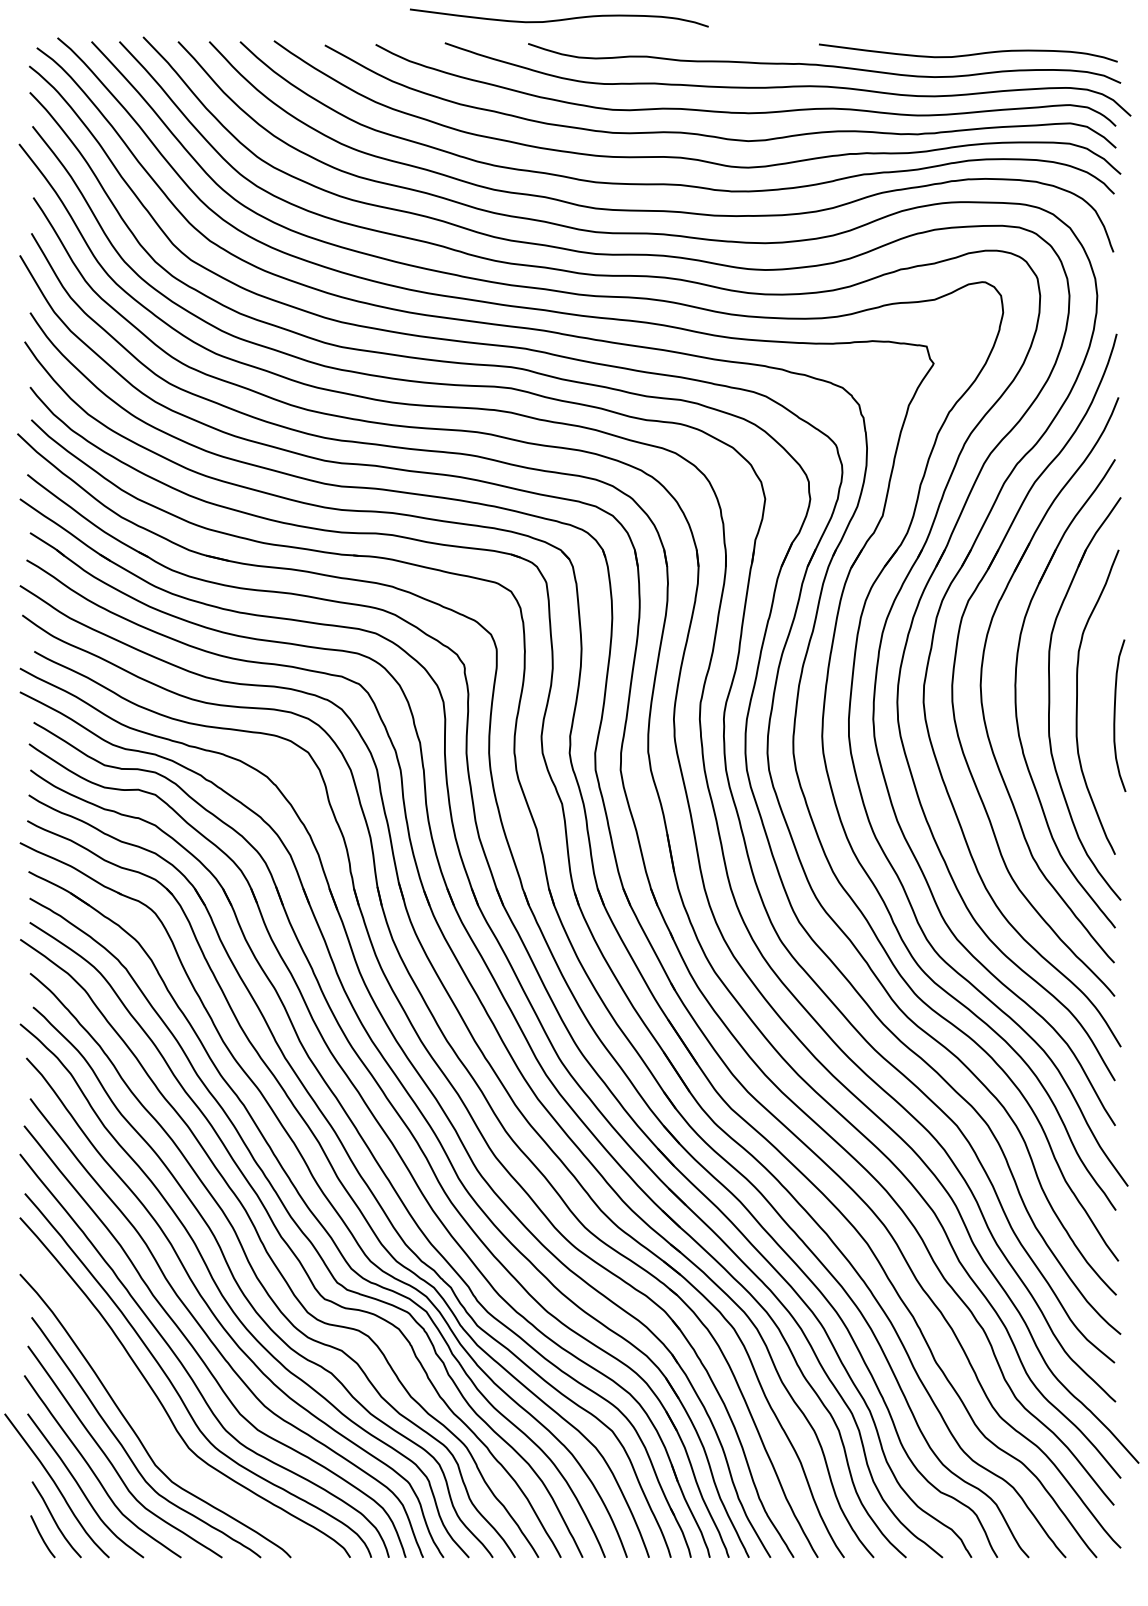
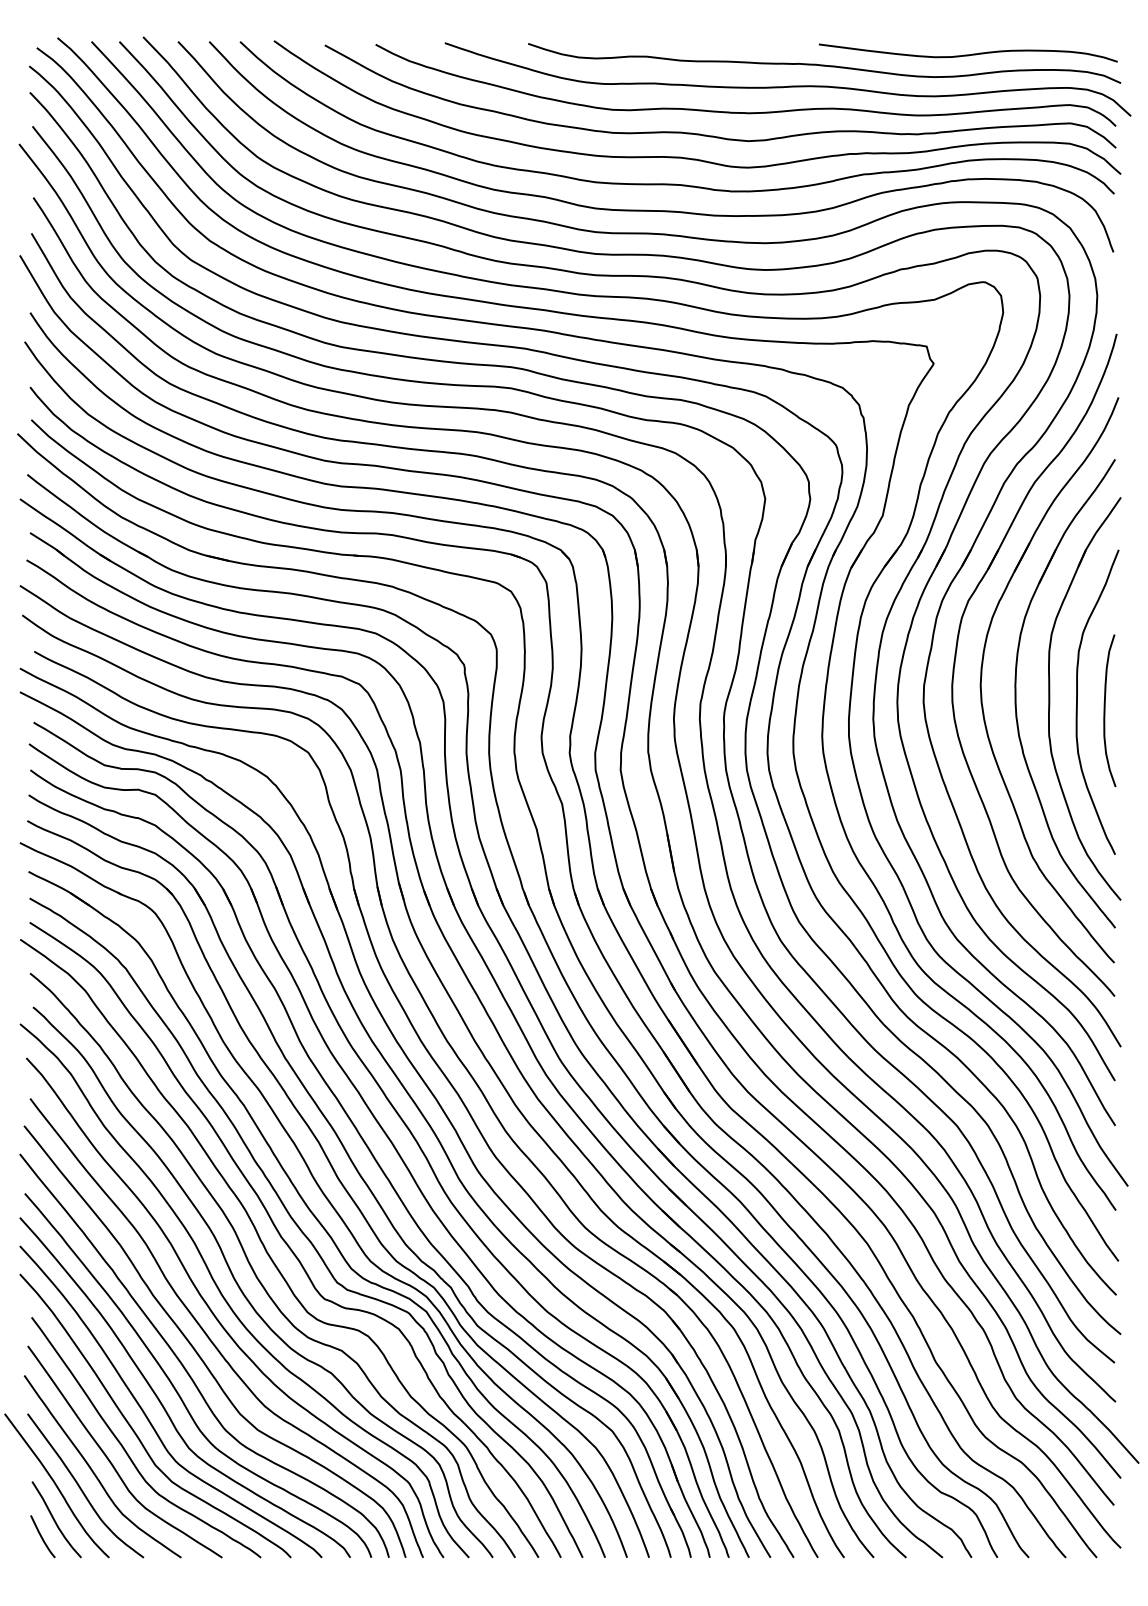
curve at (559, 19): present -> none
curve at (1115, 715) position: (1115, 715) -> (1105, 710)
curve at (146, 1414): none -> present
